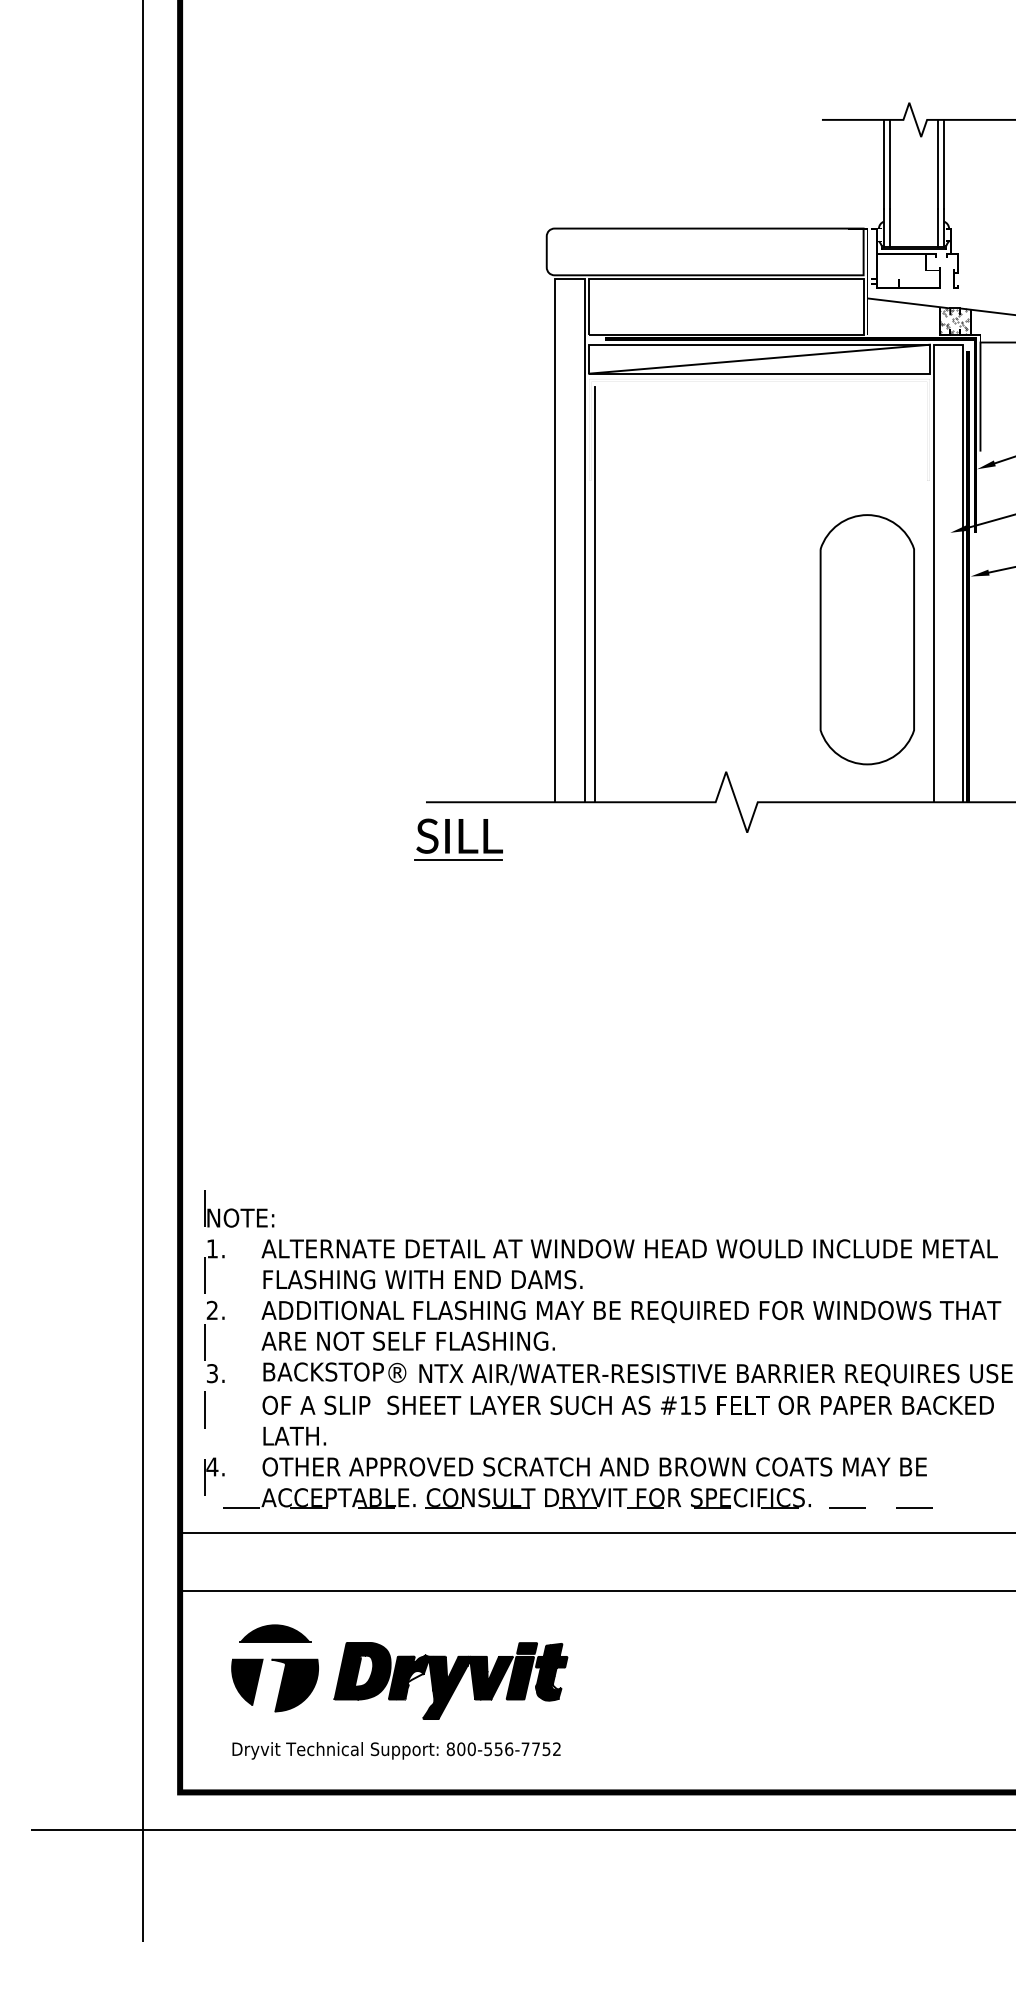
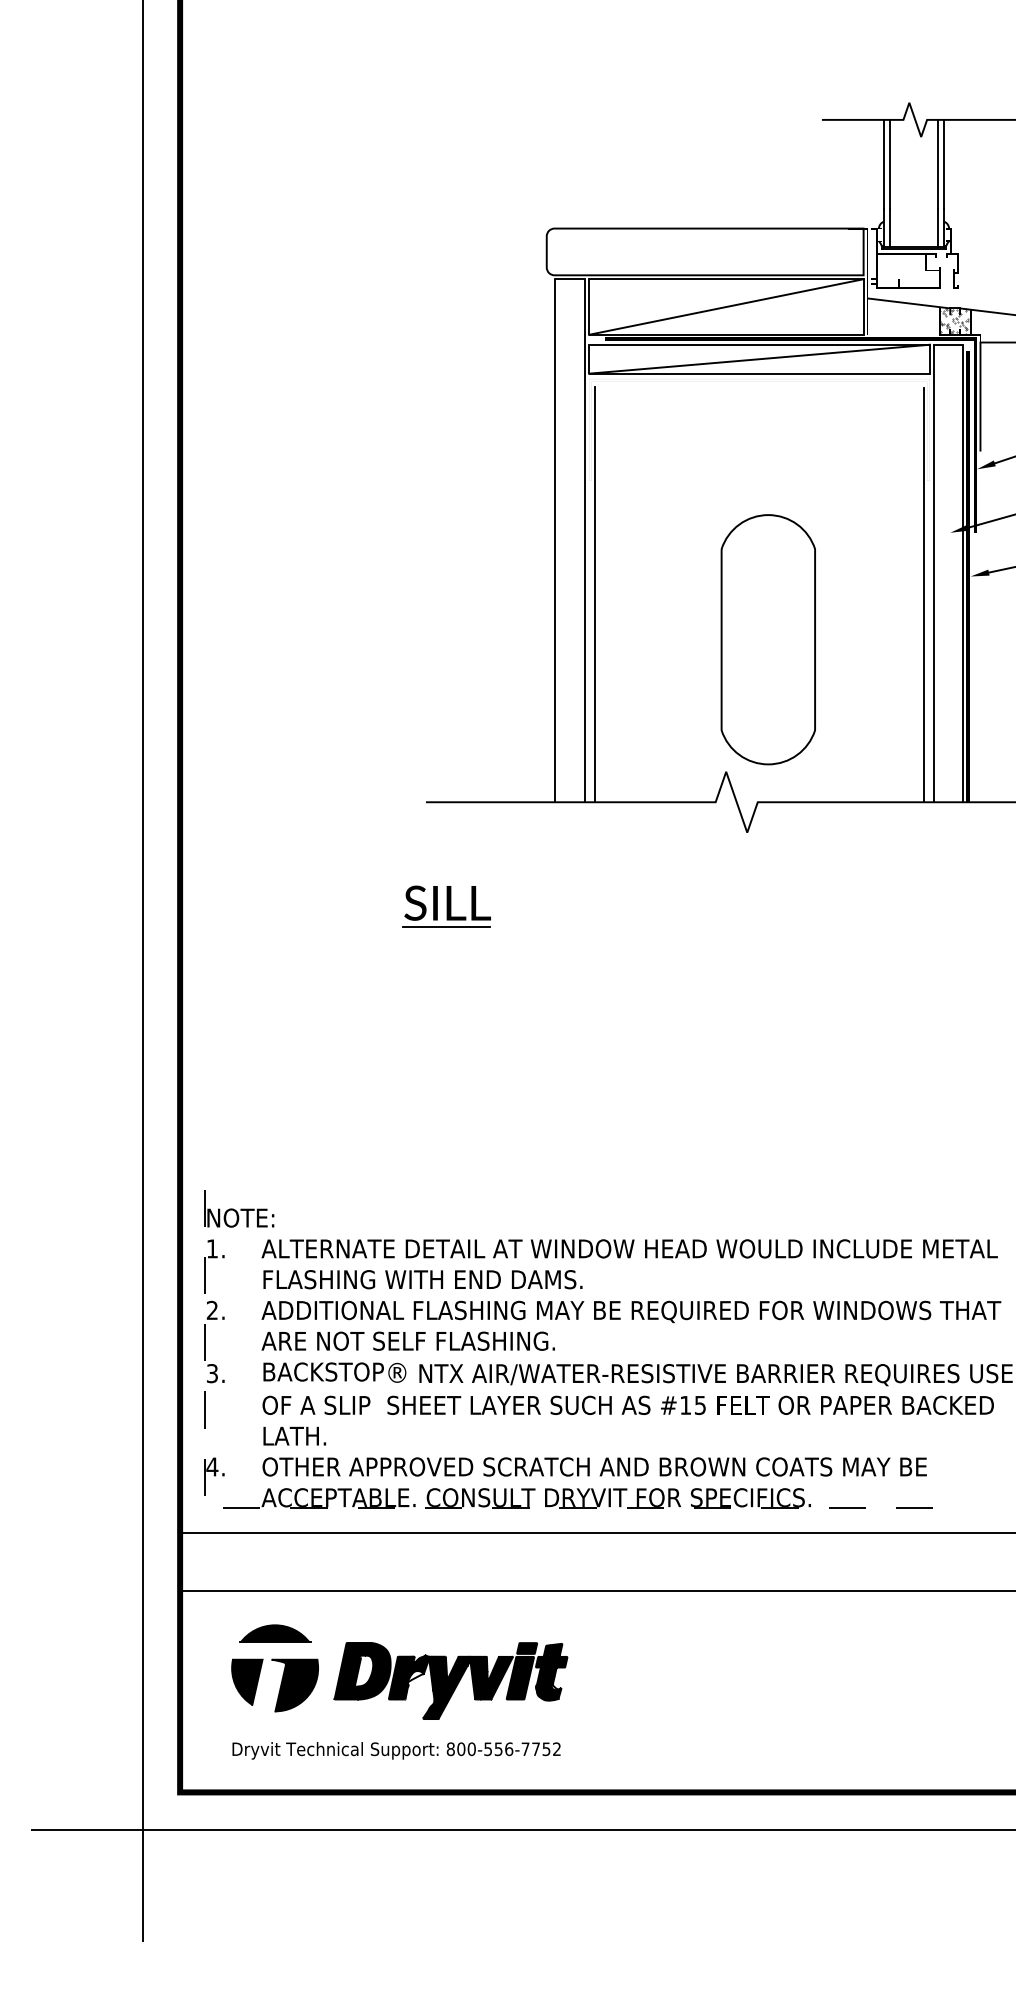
line at (726, 306): none -> present
line at (924, 594): none -> present
part at (866, 639) position: (866, 639) -> (767, 639)
part at (458, 839) position: (458, 839) -> (446, 906)
